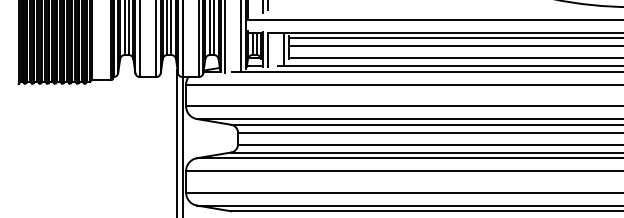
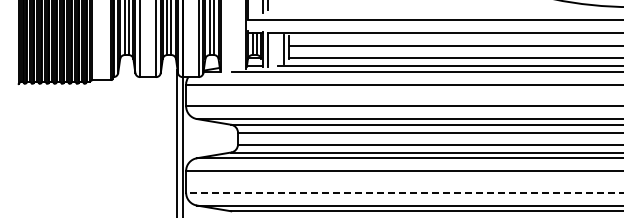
line at (241, 36): present -> none
line at (225, 37): present -> none
line at (455, 38): present -> none
line at (404, 192): solid -> dashed
